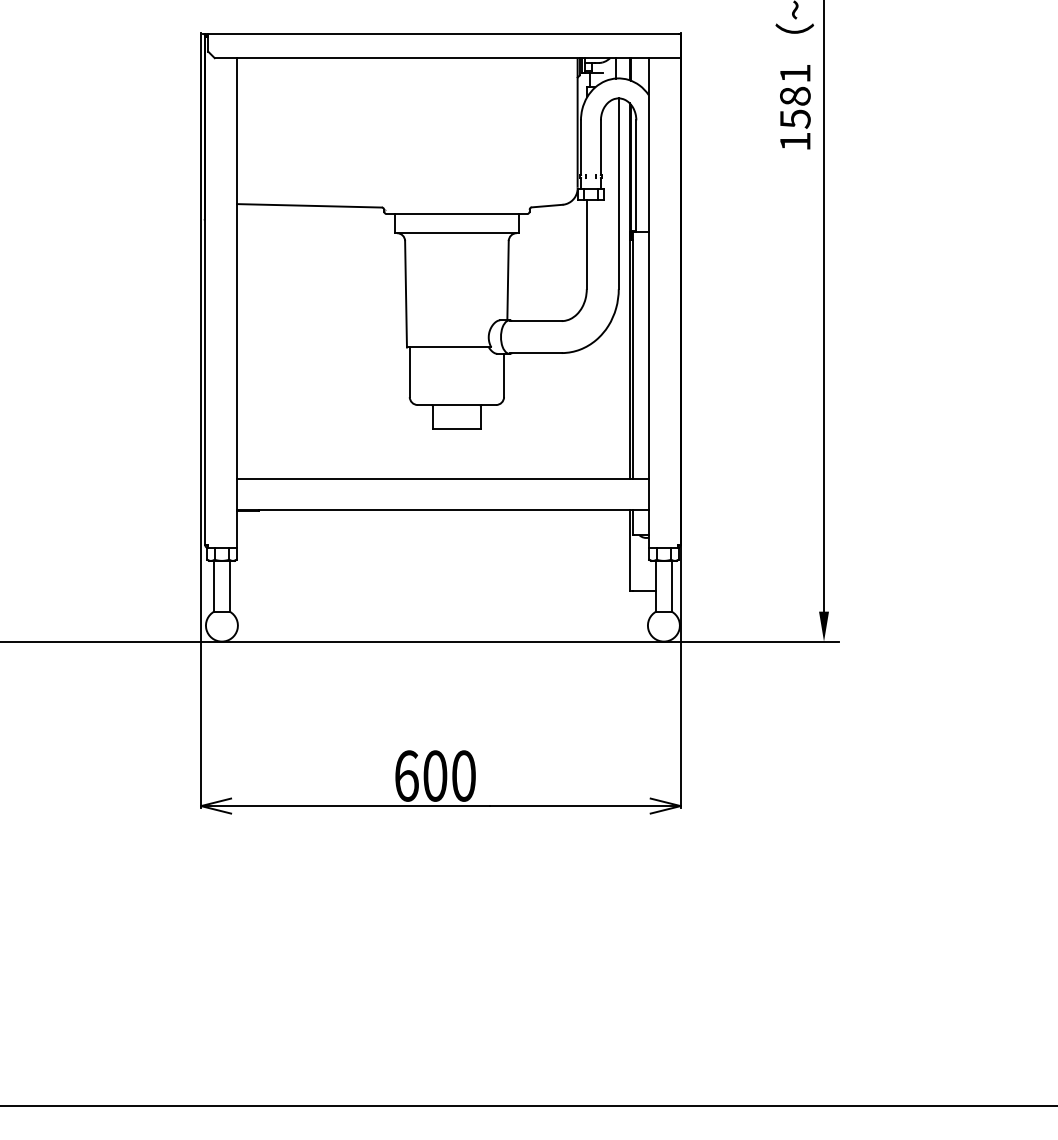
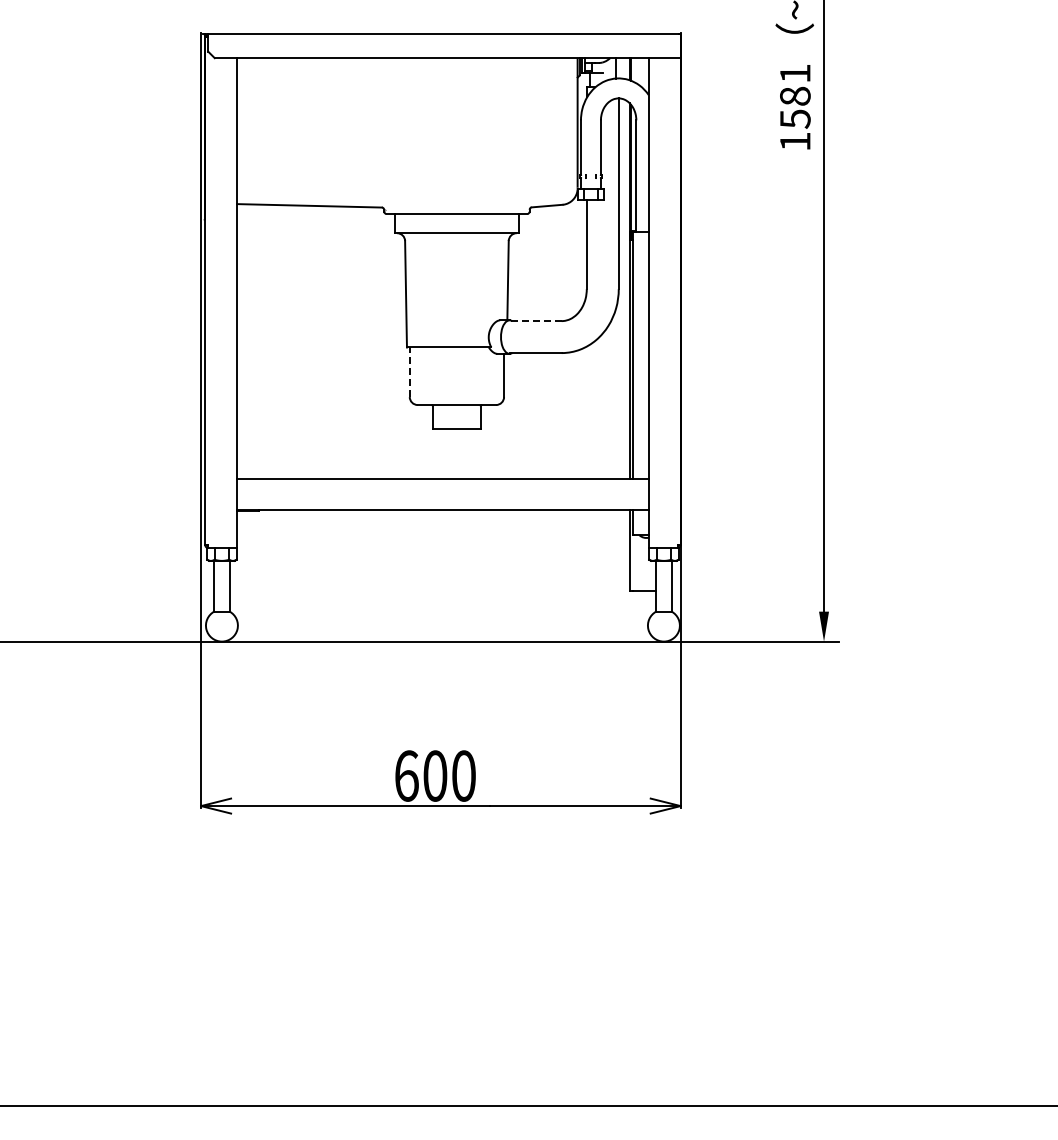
line at (535, 321): solid -> dashed
line at (409, 372): solid -> dashed
